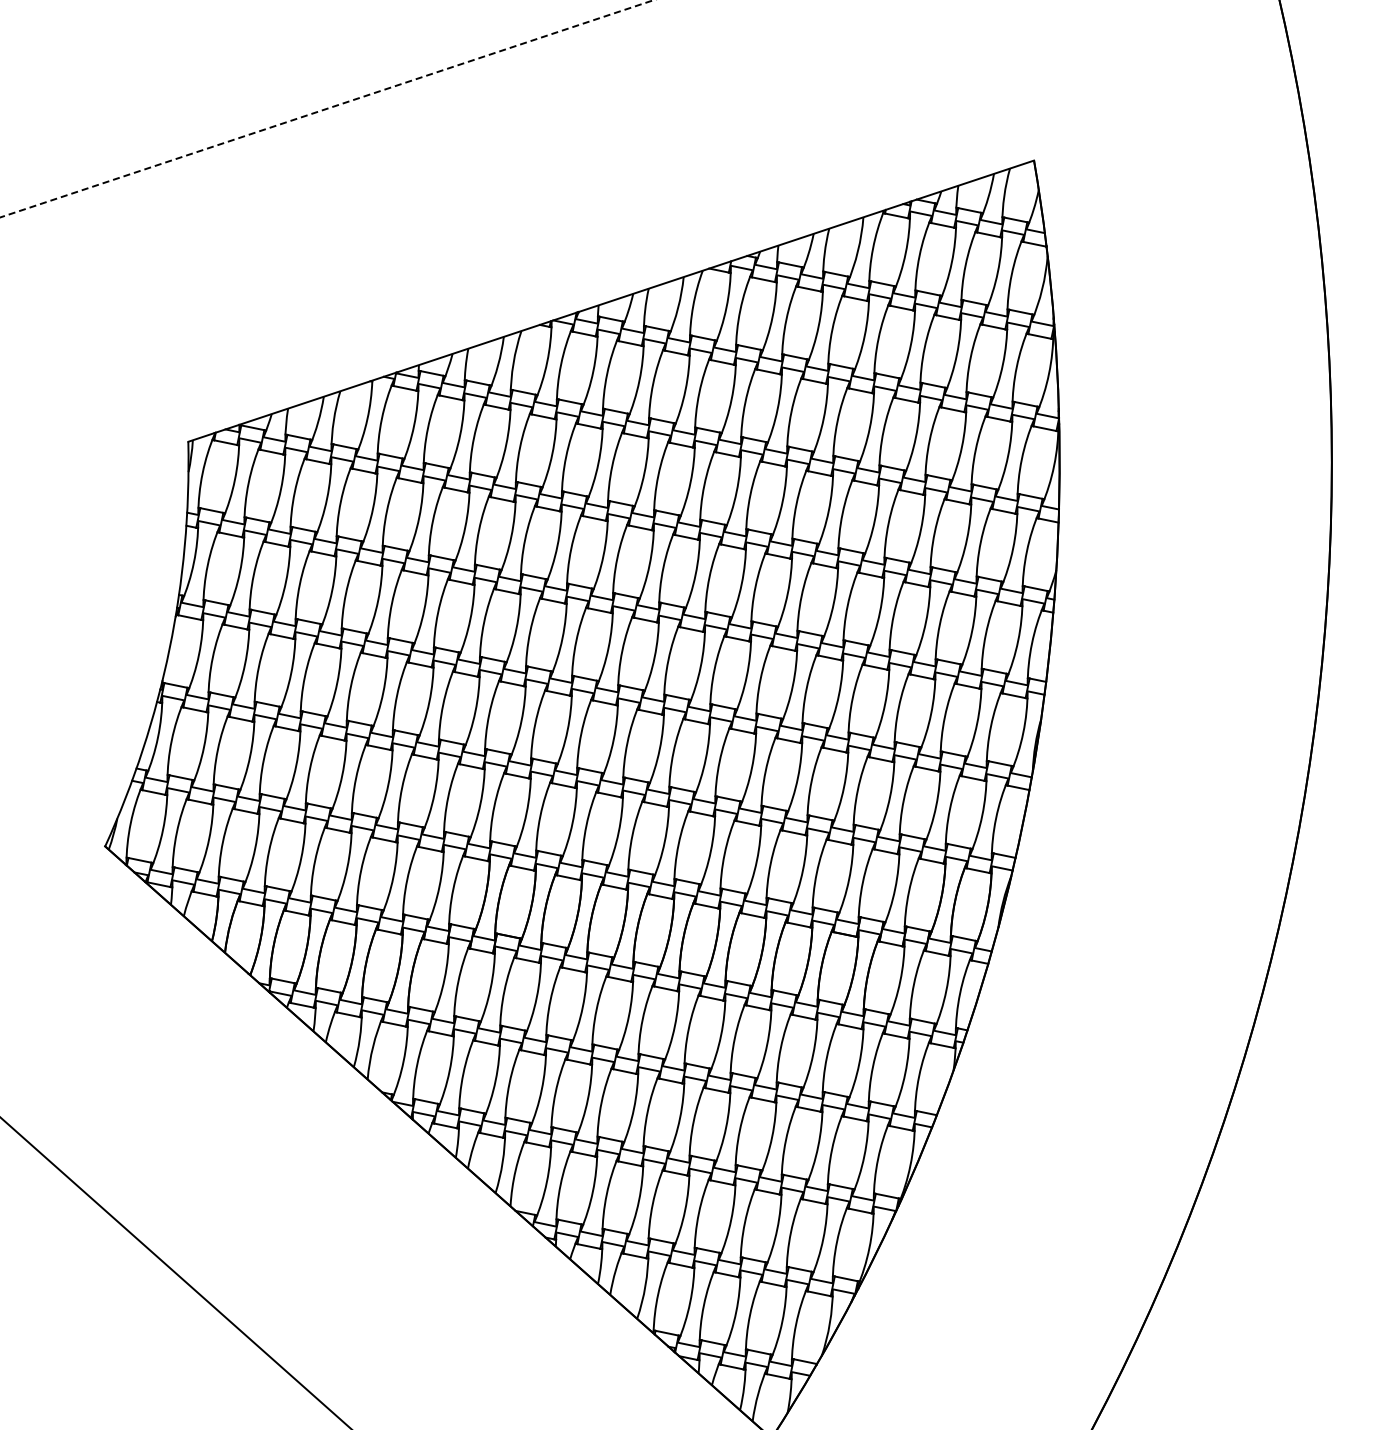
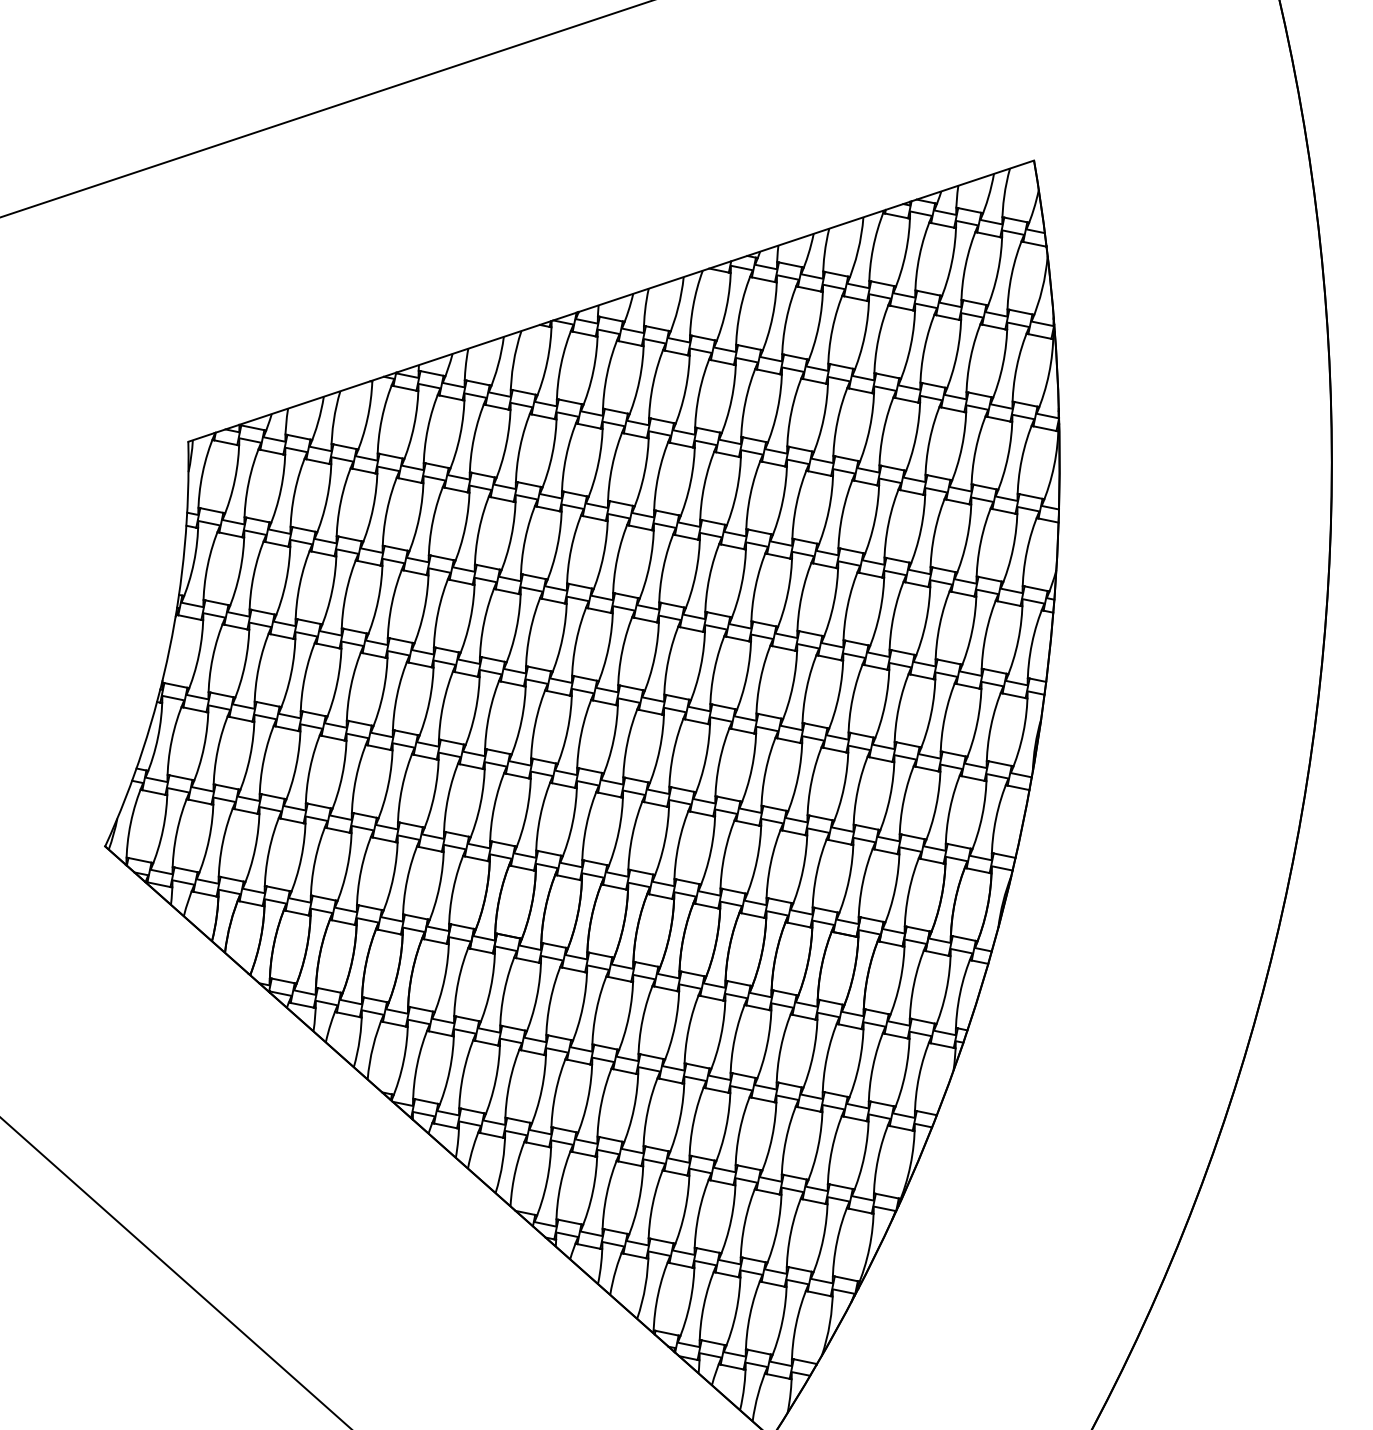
line at (326, 108): dashed -> solid
